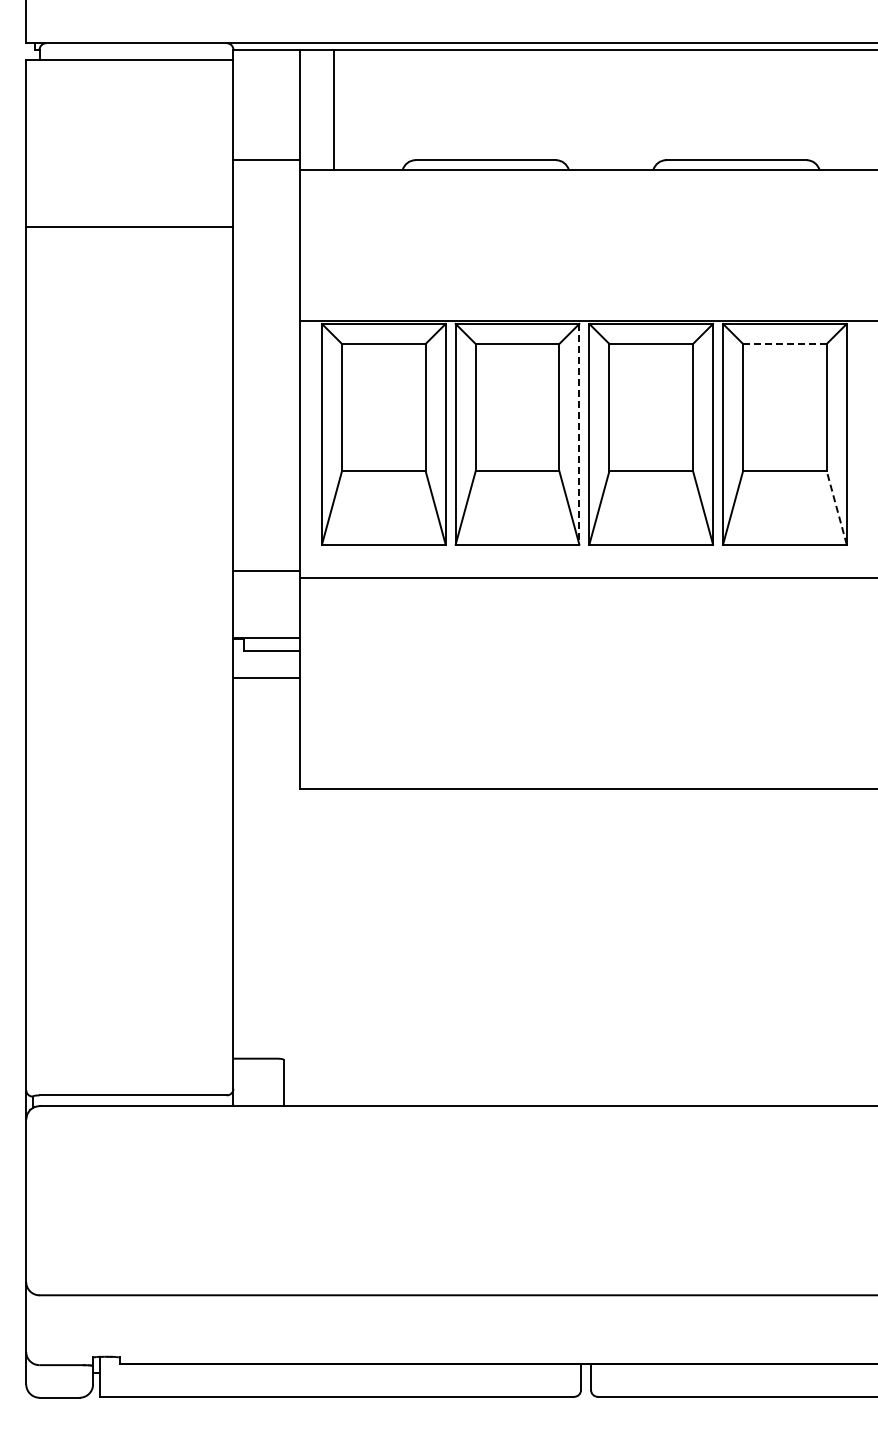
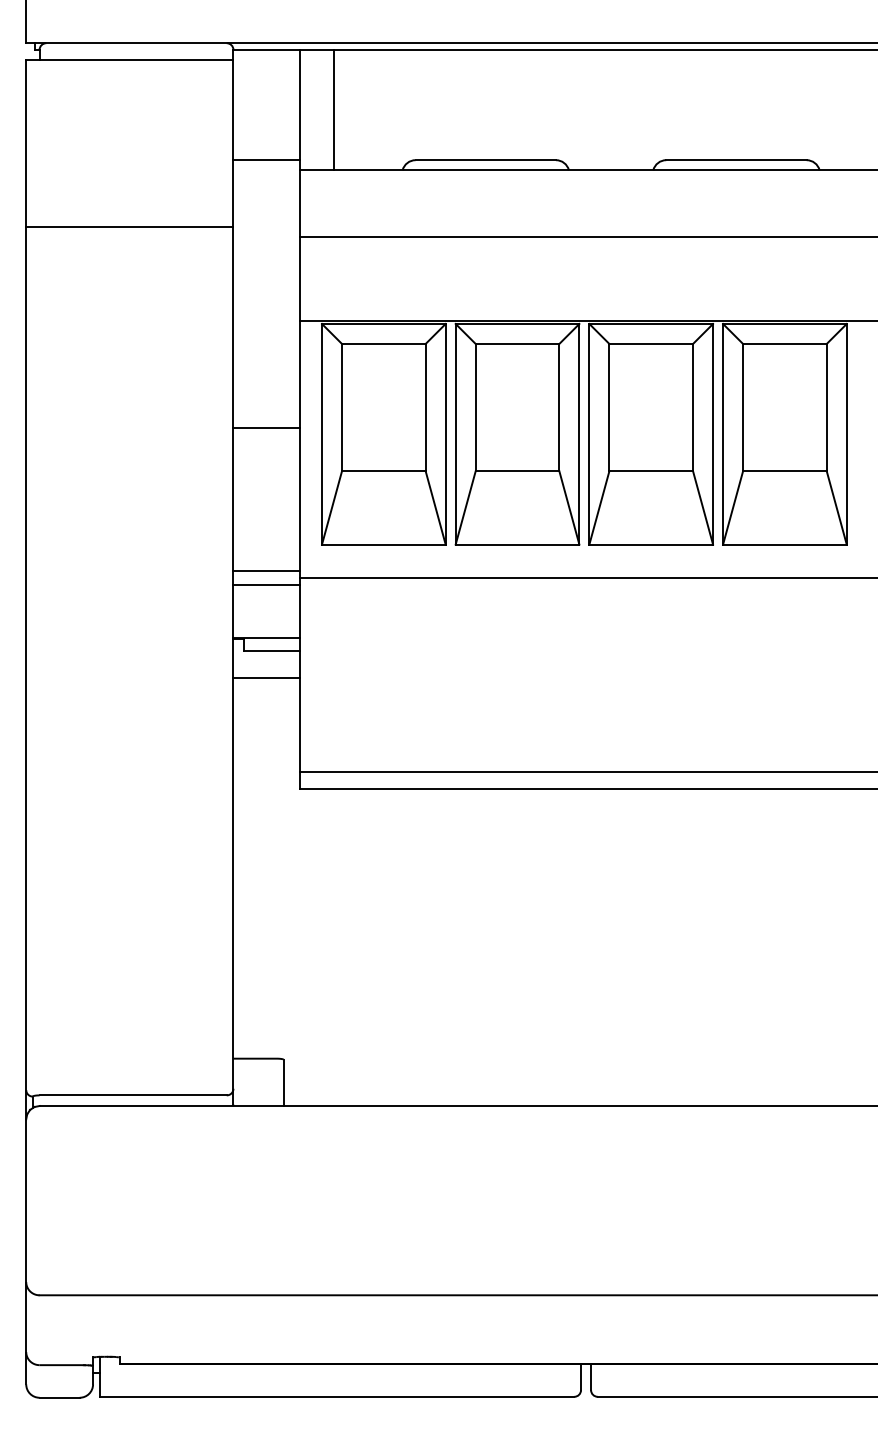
line at (587, 237): none -> present
line at (784, 344): dashed -> solid
line at (266, 427): none -> present
line at (579, 434): dashed -> solid
line at (836, 507): dashed -> solid
line at (266, 584): none -> present
line at (587, 771): none -> present
